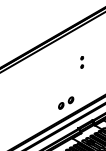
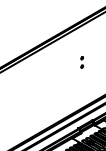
part at (66, 102): present -> none
